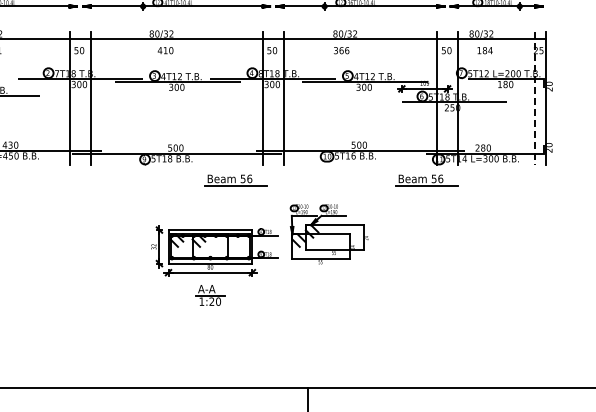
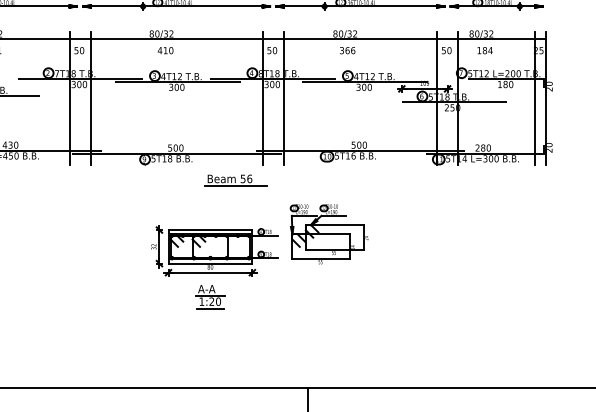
text at (341, 50) position: (341, 50) -> (347, 50)
line at (535, 98): dashed -> solid
part at (426, 180): present -> none
line at (210, 309): none -> present
